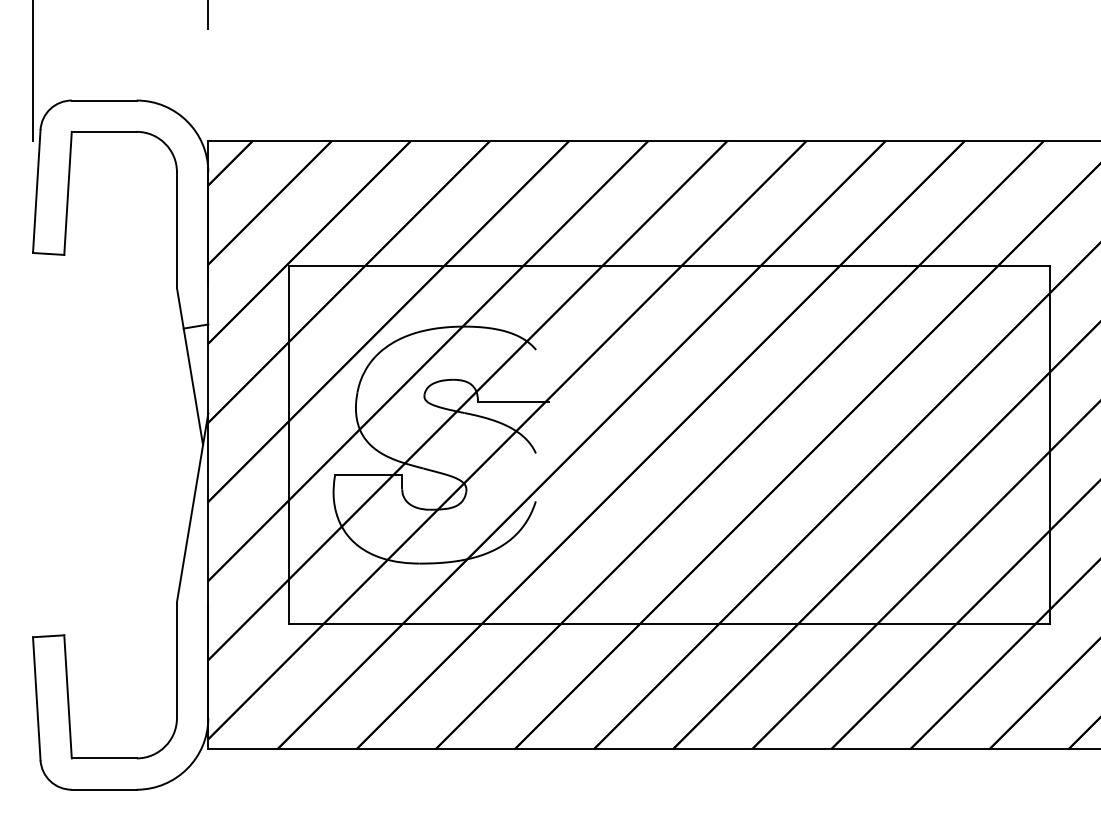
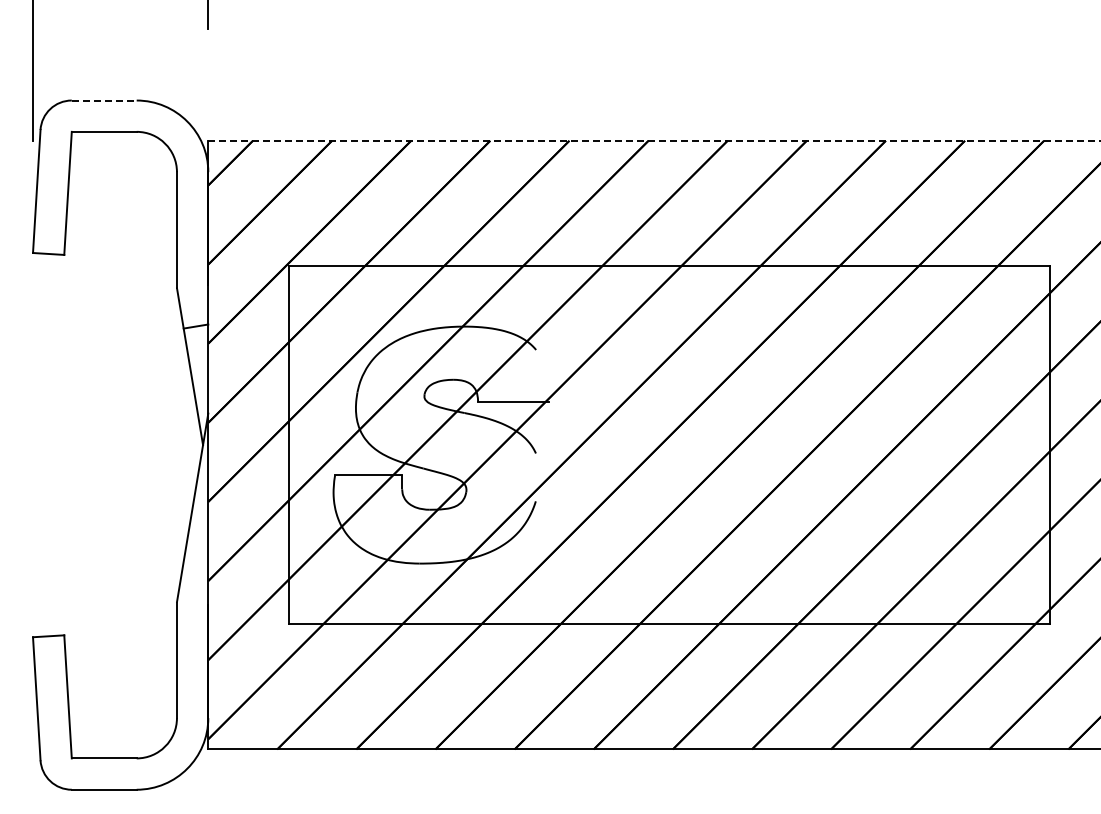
line at (104, 100): solid -> dashed
line at (655, 140): solid -> dashed
